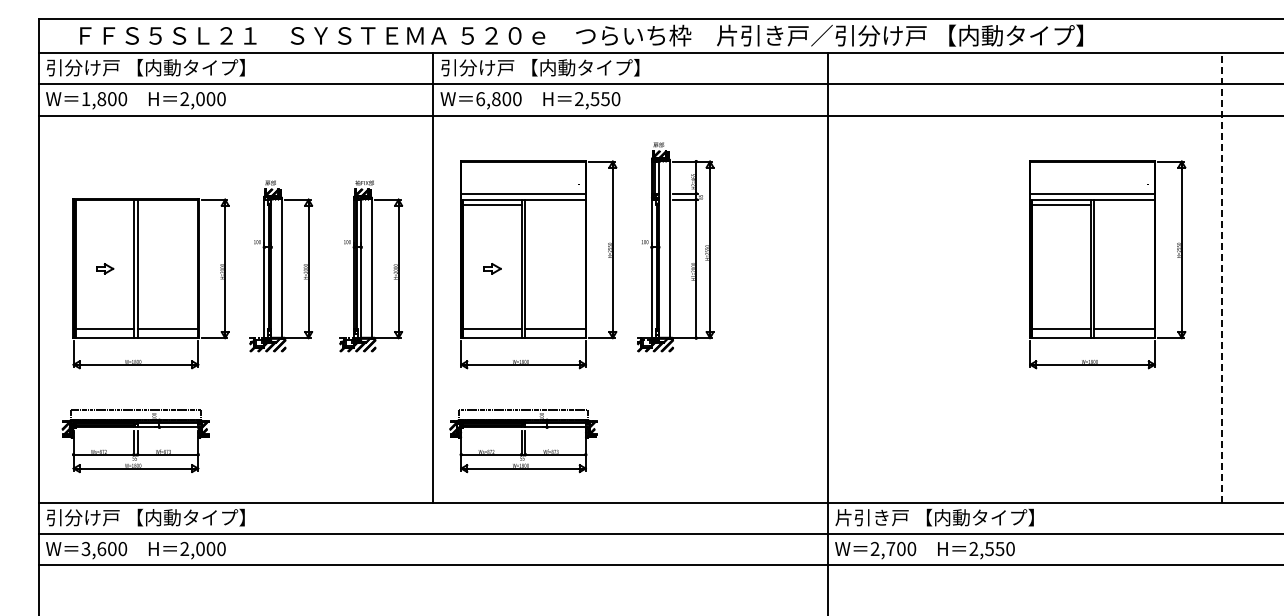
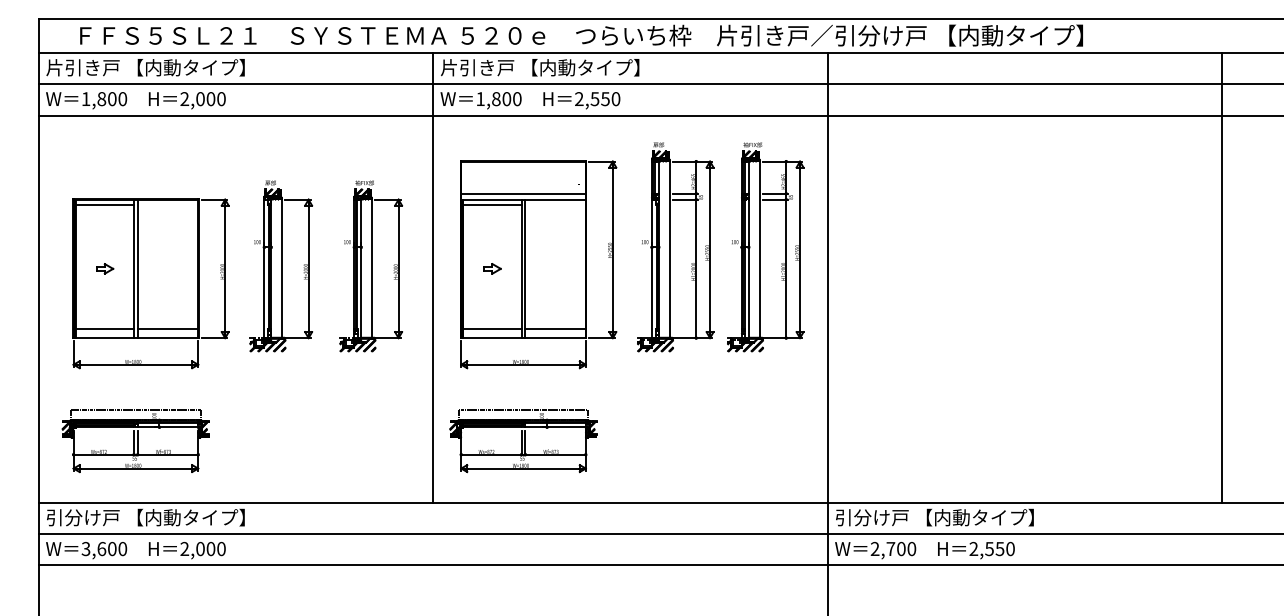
text at (73, 67): 引分け戸 【内動タイプ】 -> 片引き戸 【内動タイプ】
text at (468, 67): 引分け戸 【内動タイプ】 -> 片引き戸 【内動タイプ】
text at (480, 99): 6,800 -> 1,800
line at (104, 205): none -> present
part at (765, 247): none -> present
part at (1107, 264): present -> none
line at (1222, 278): dashed -> solid
text at (862, 517): 片引き戸 【内動タイプ】 -> 引分け戸 【内動タイプ】
